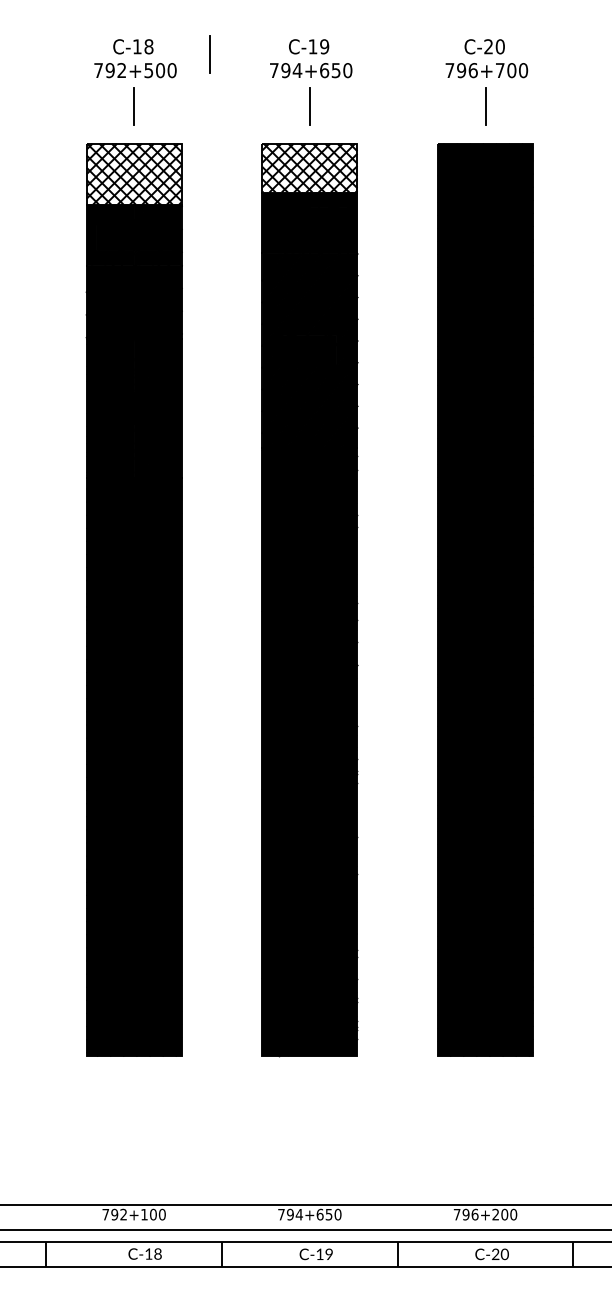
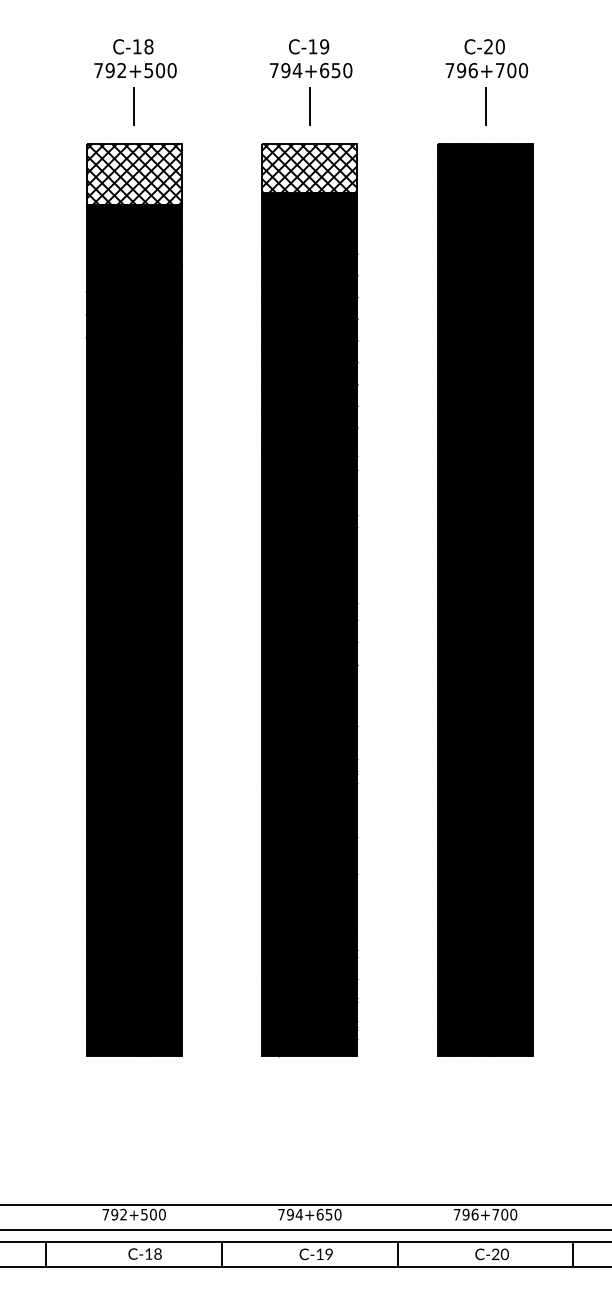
line at (209, 54): present -> none
text at (144, 1214): 792+100 -> 792+500
text at (495, 1214): 796+200 -> 796+700
